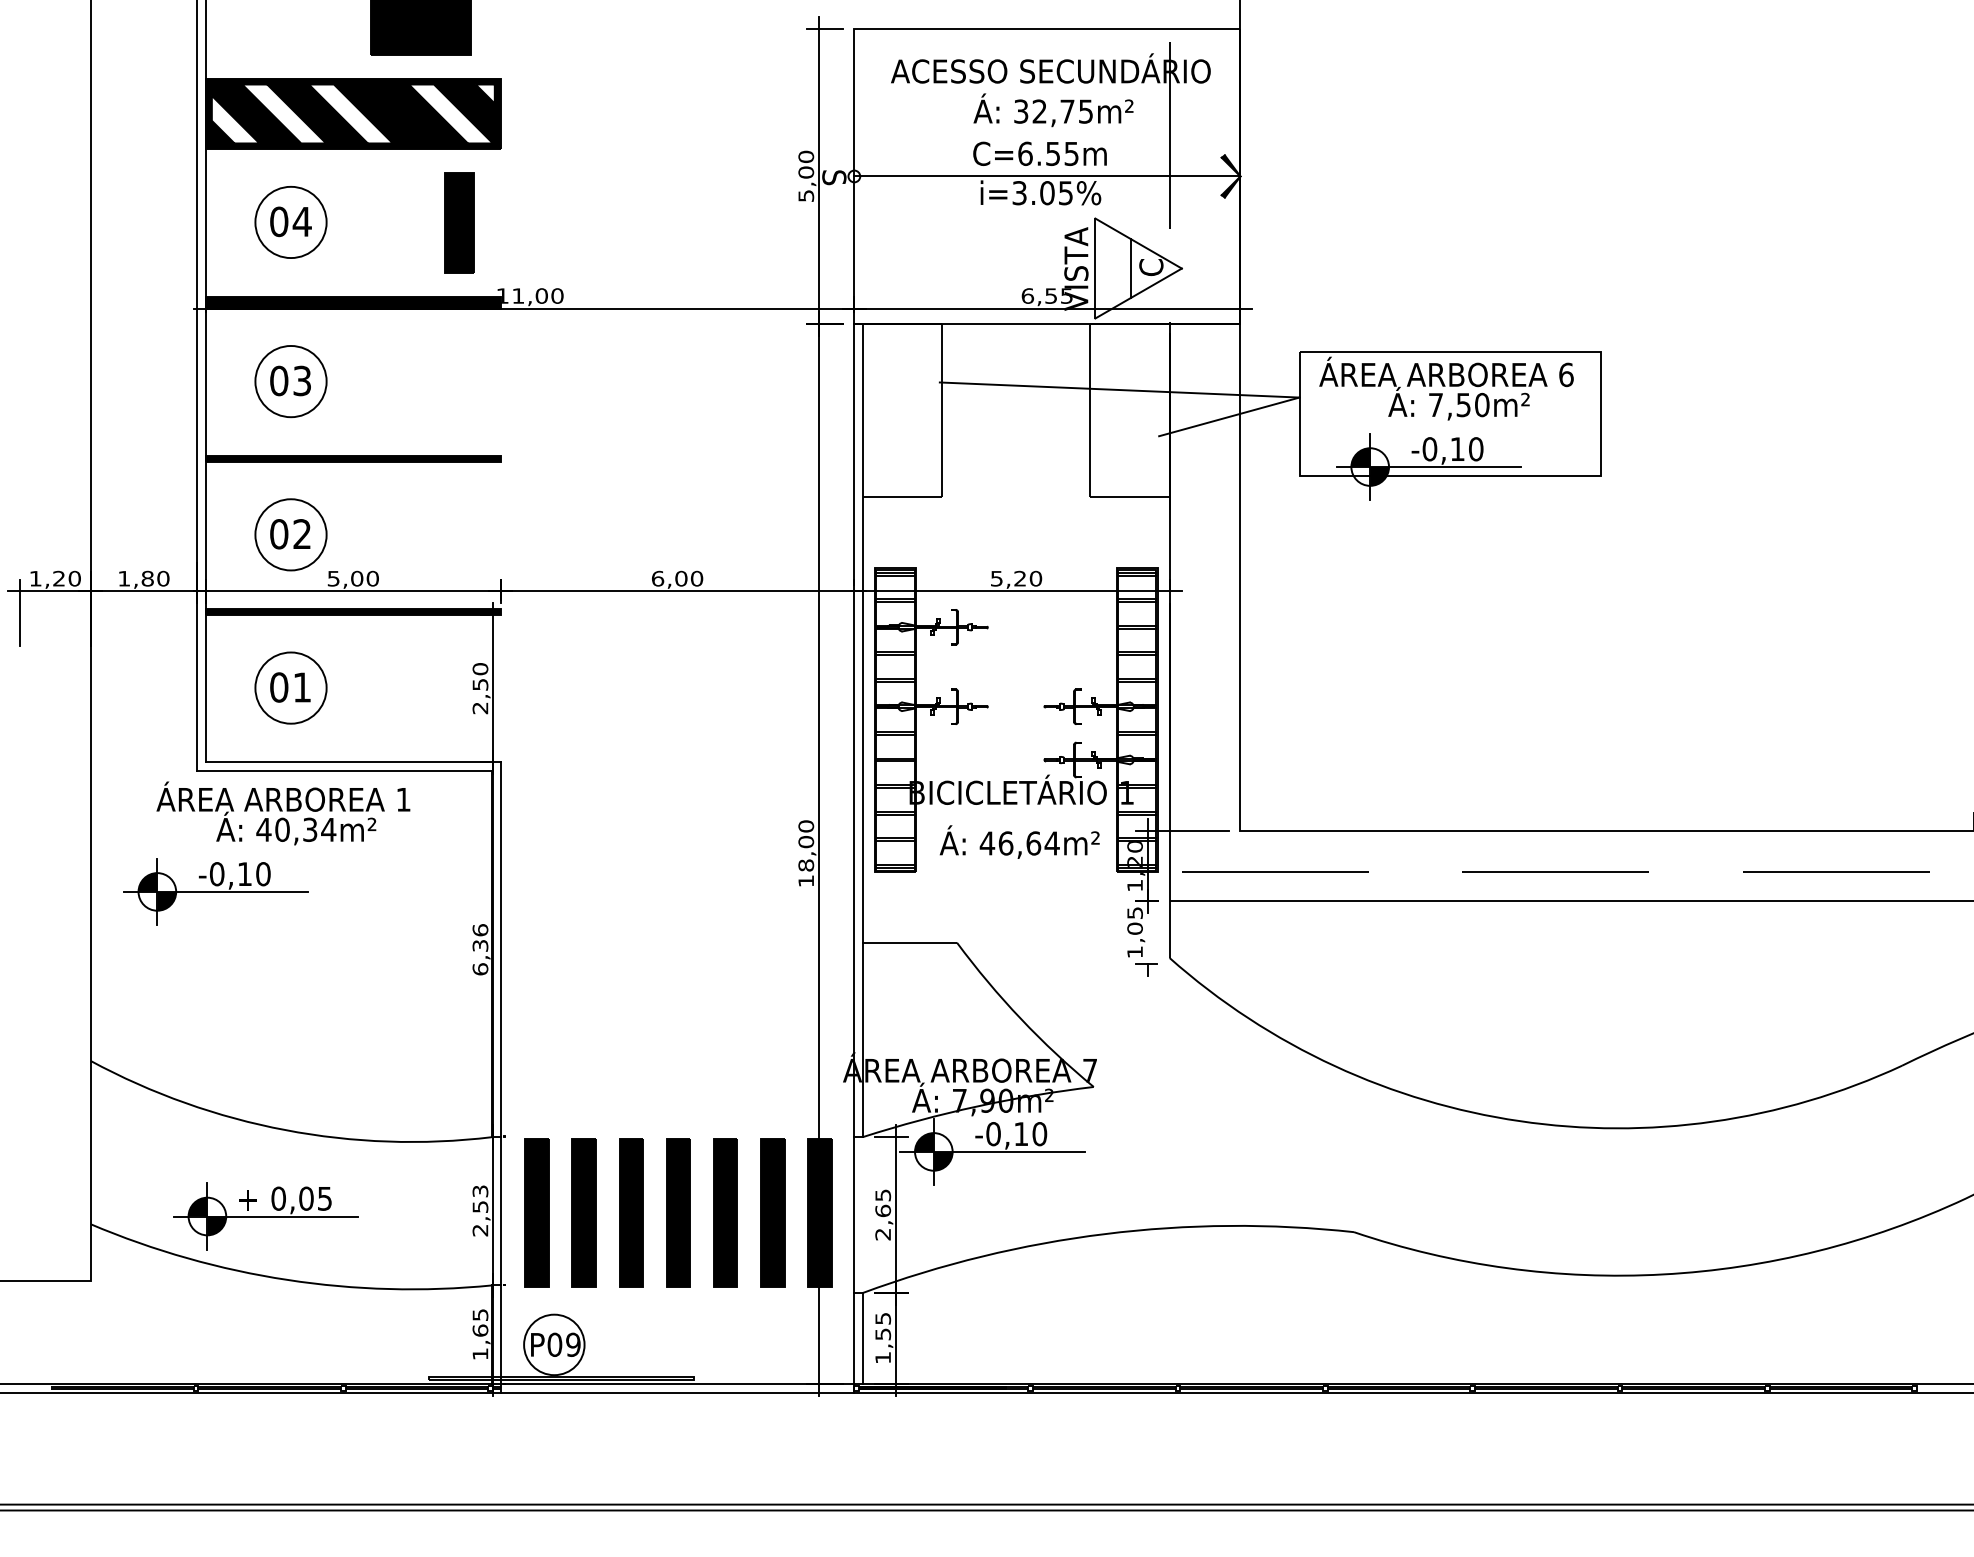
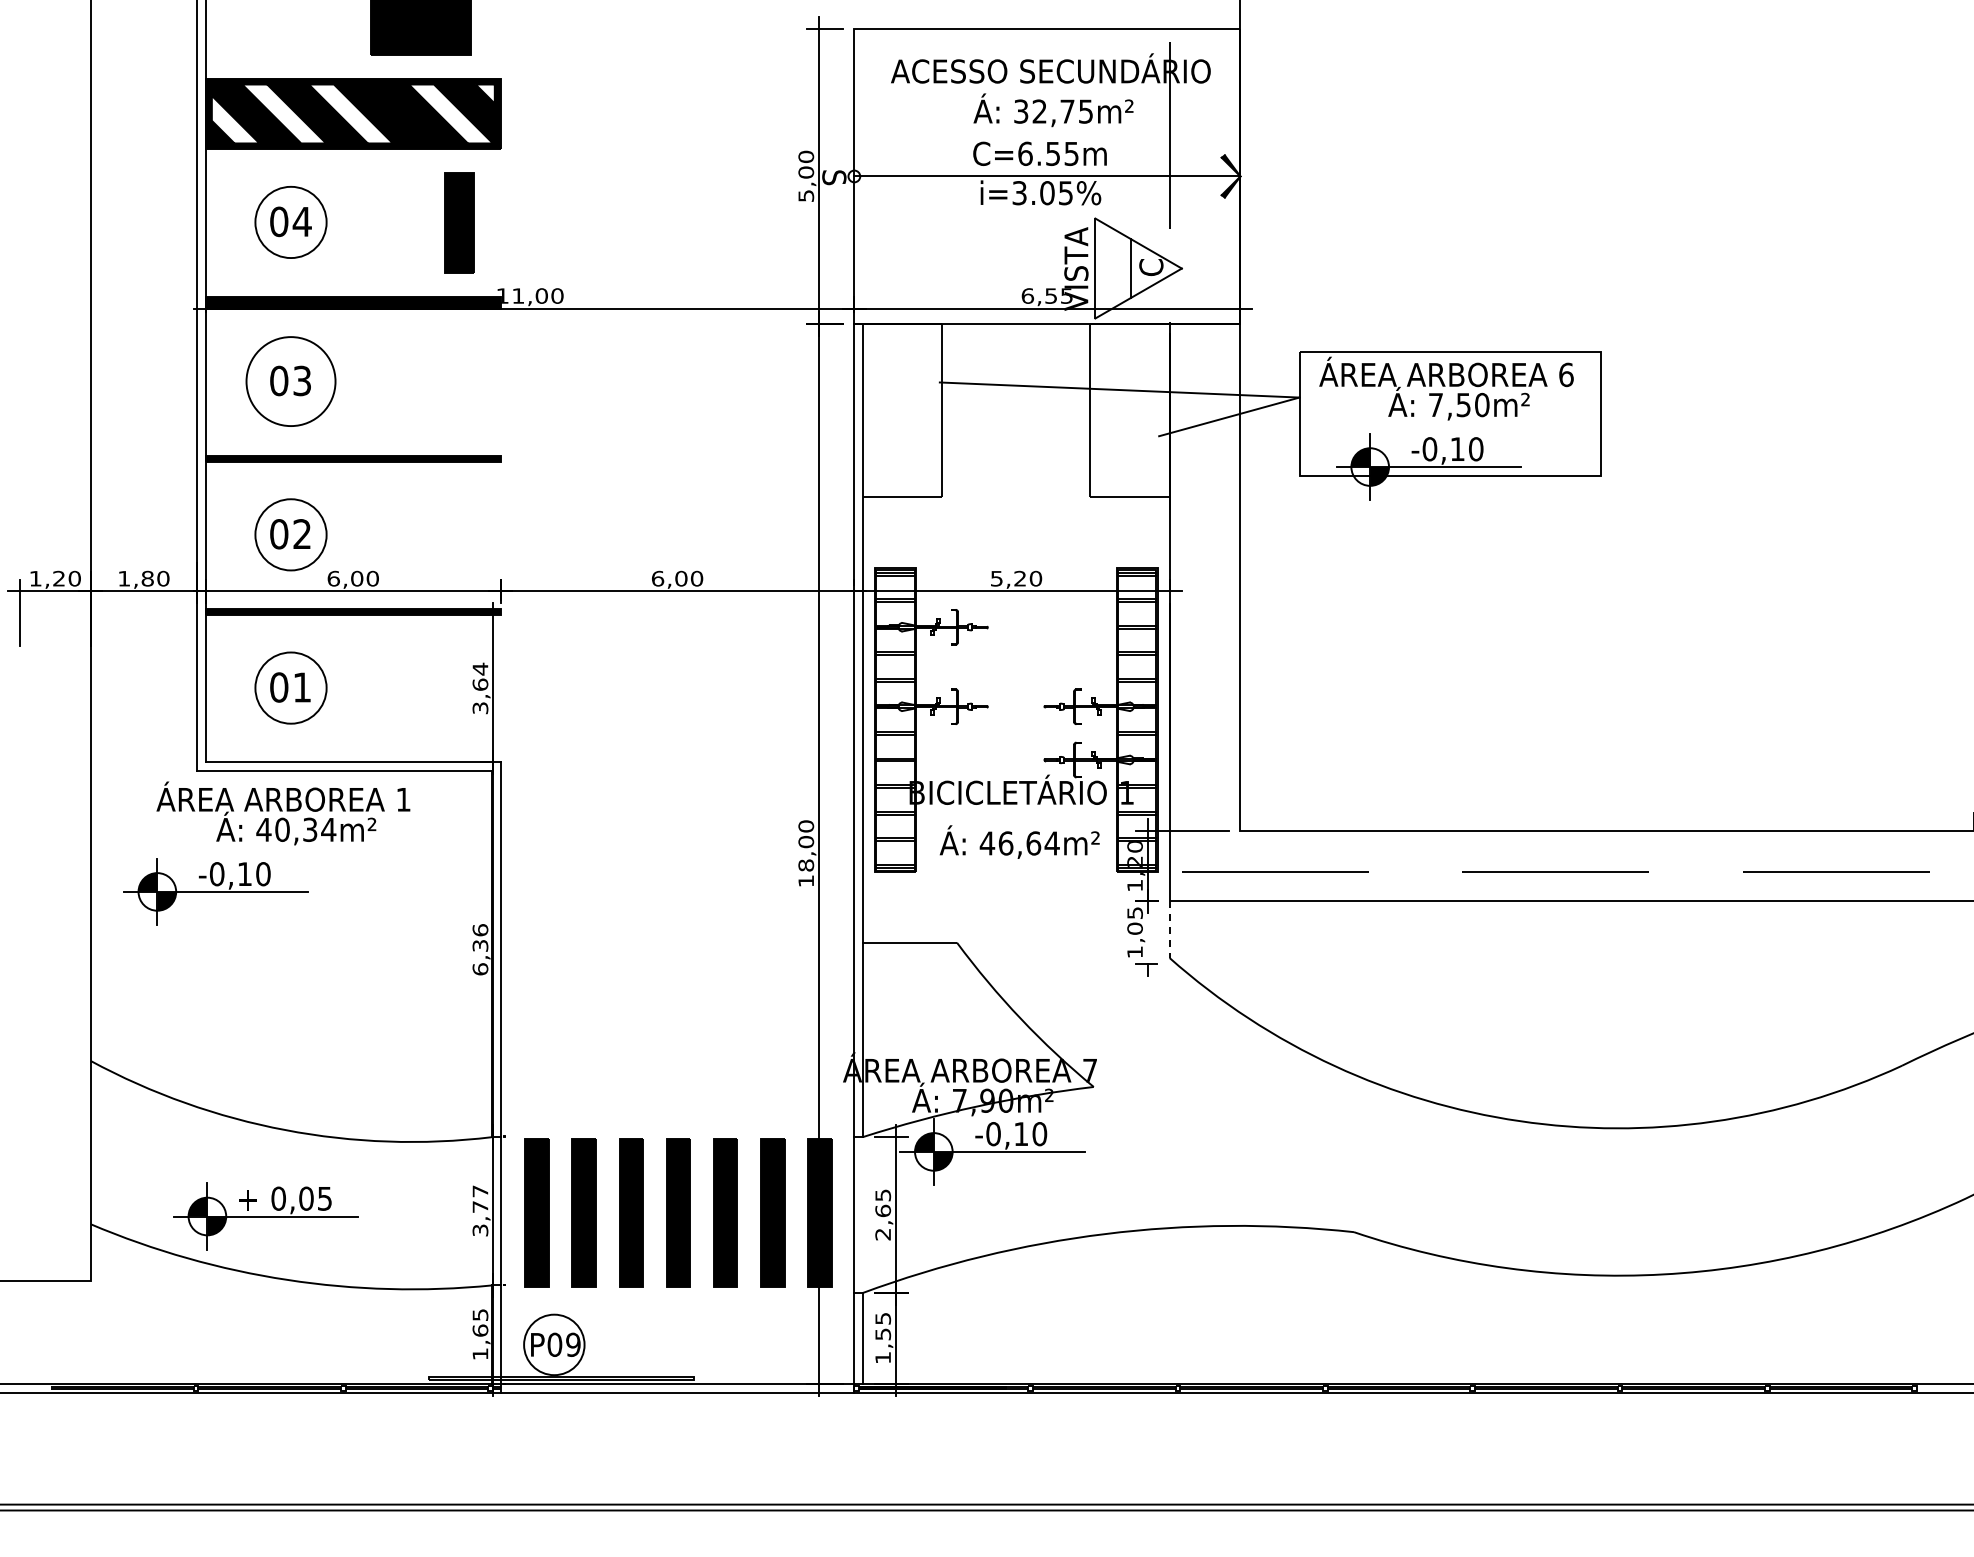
circle at (290, 381) diameter: 71 px -> 89 px
text at (333, 578): 5,00 -> 6,00
text at (480, 688): 2,50 -> 3,64
line at (1169, 930): solid -> dashed
text at (480, 1210): 2,53 -> 3,77
